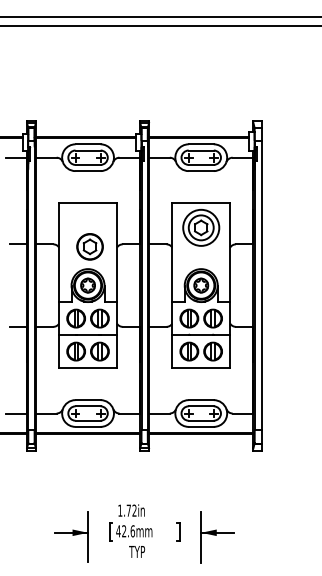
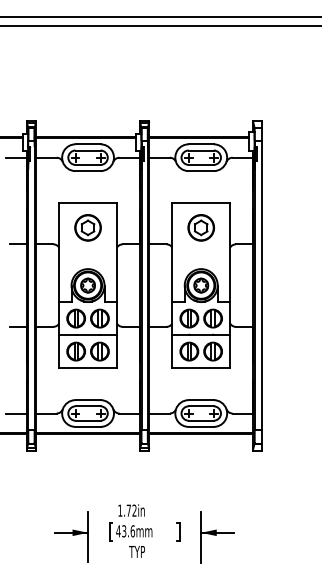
circle at (201, 227) diameter: 36 px -> 26 px
part at (89, 246) position: (89, 246) -> (87, 227)
text at (124, 531): 42.6mm -> 43.6mm
